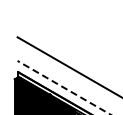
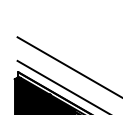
line at (64, 87): dashed -> solid
